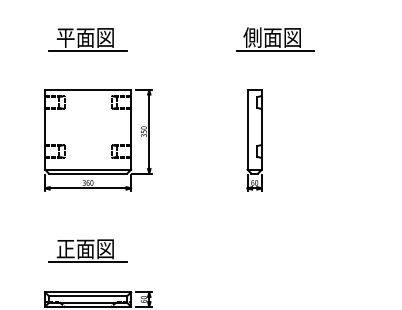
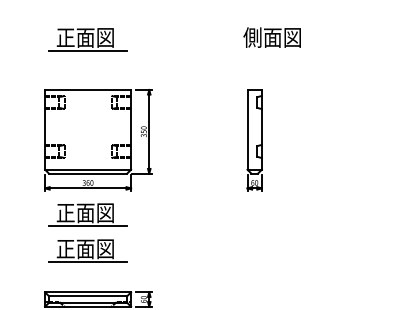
text at (65, 37): 平面図 -> 正面図
line at (274, 50): present -> none
part at (87, 214): none -> present
